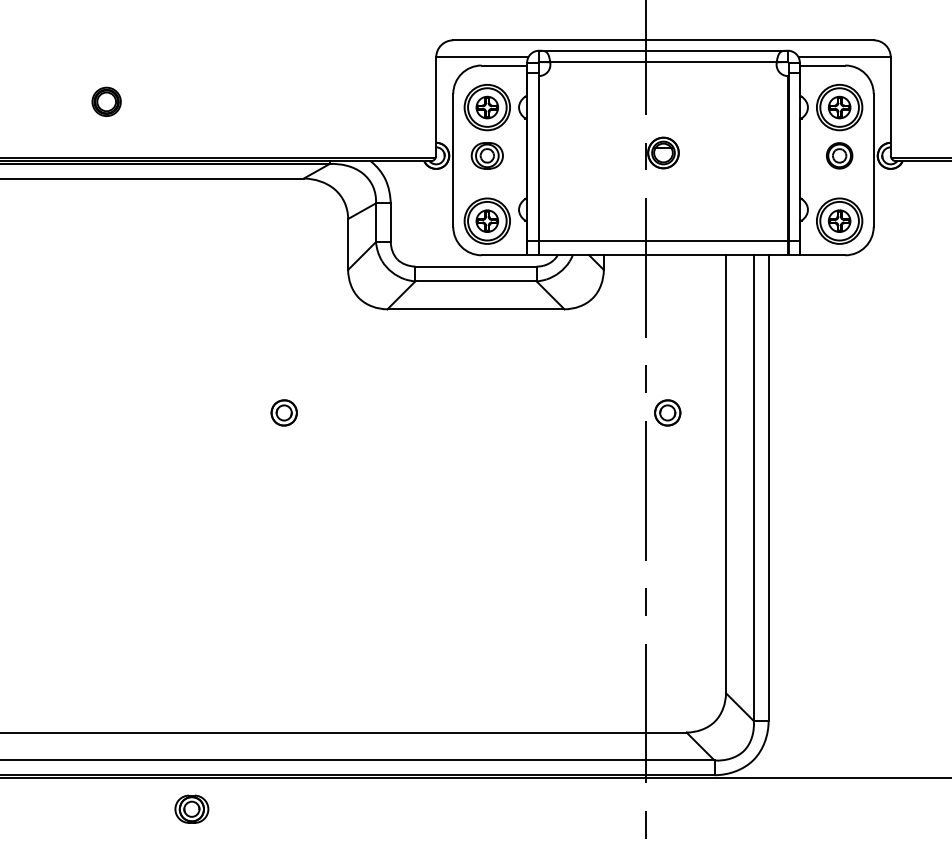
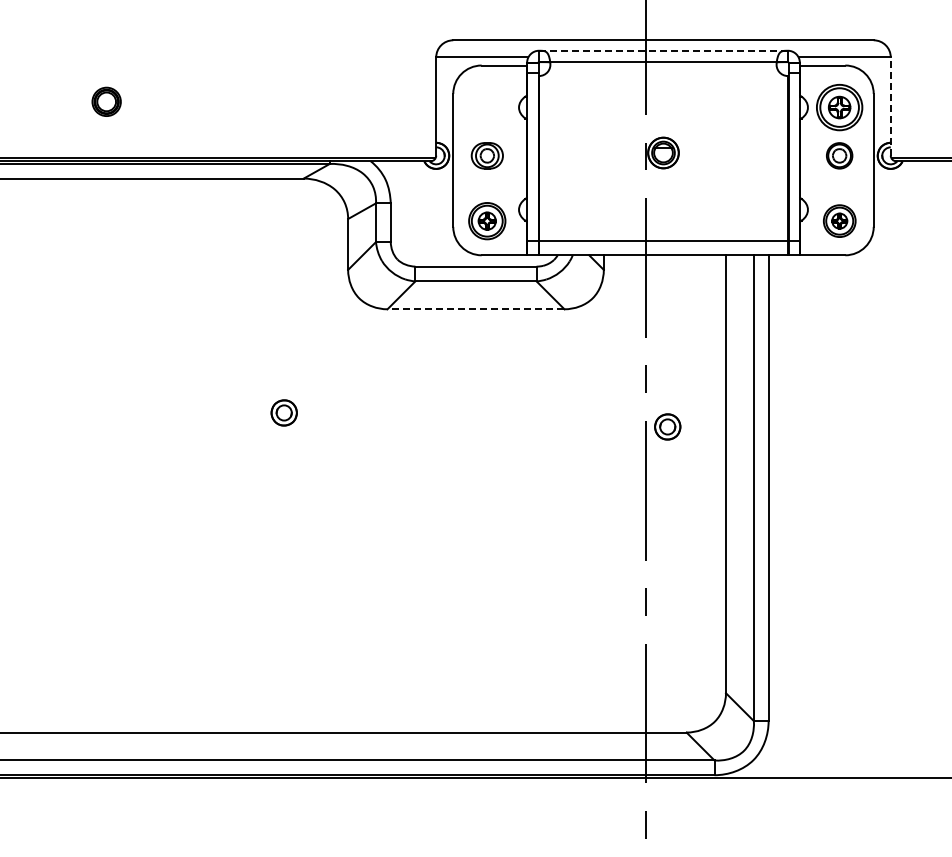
line at (663, 50): solid -> dashed
line at (890, 106): solid -> dashed
part at (486, 107): present -> none
part at (486, 220) size: 48x48 px -> 39x39 px
part at (839, 220) size: 48x48 px -> 34x34 px
line at (475, 309): solid -> dashed
part at (667, 412) position: (667, 412) -> (667, 426)
part at (191, 808): present -> none
